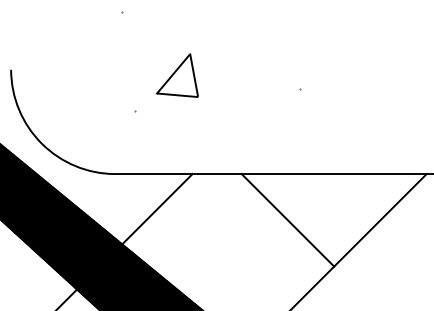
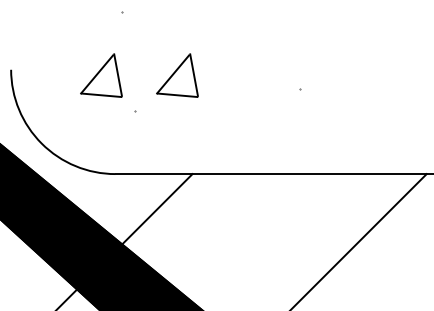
part at (101, 75): none -> present
line at (287, 220): present -> none
